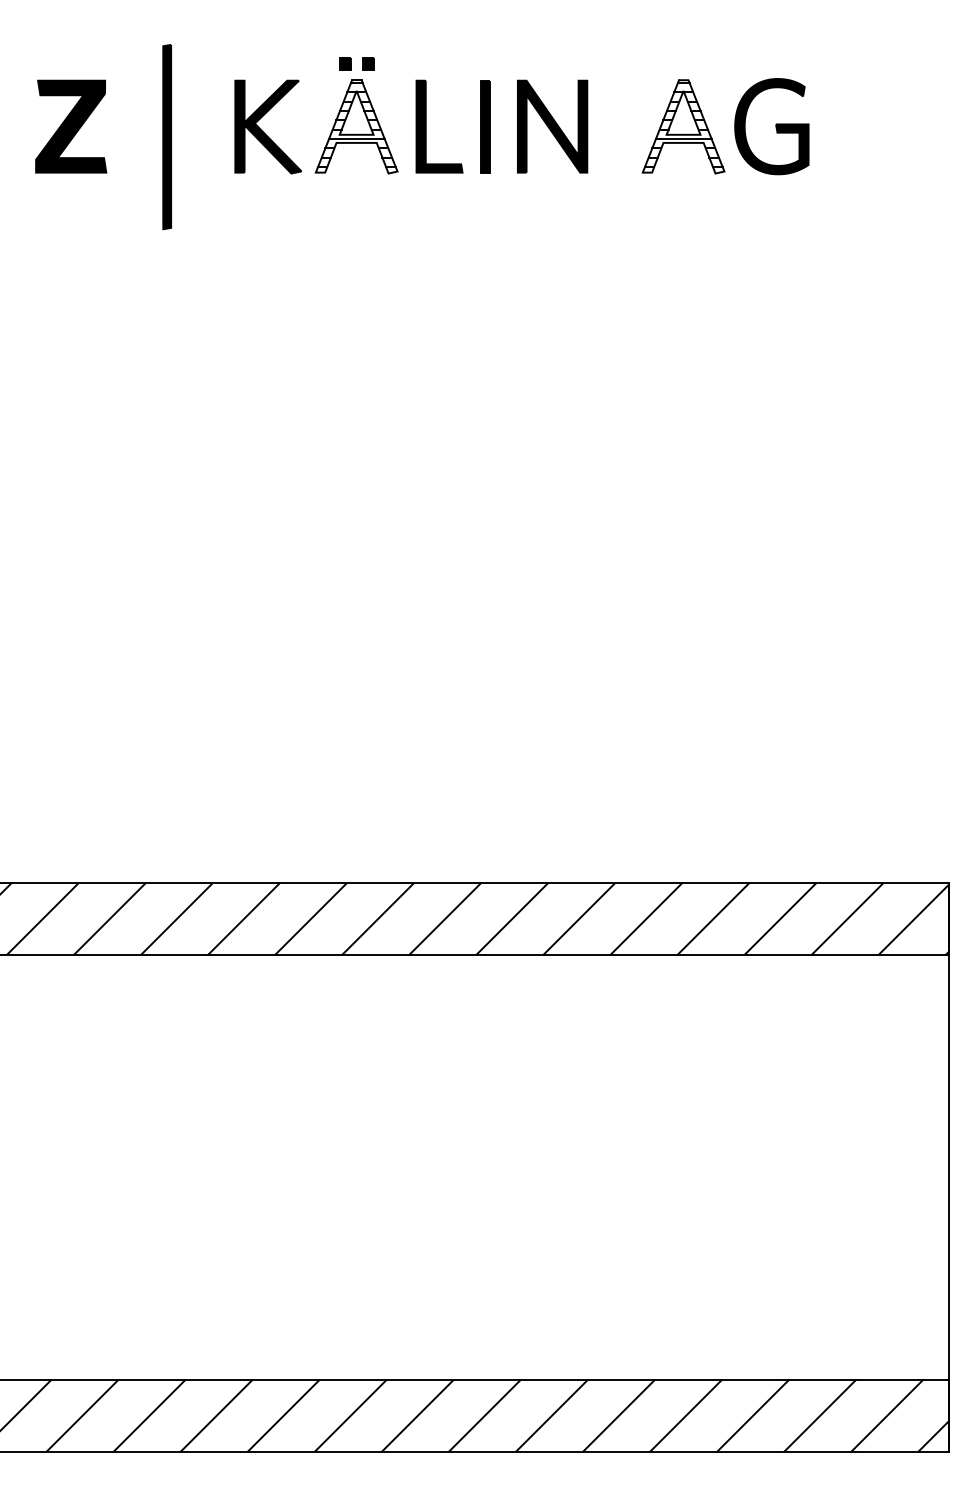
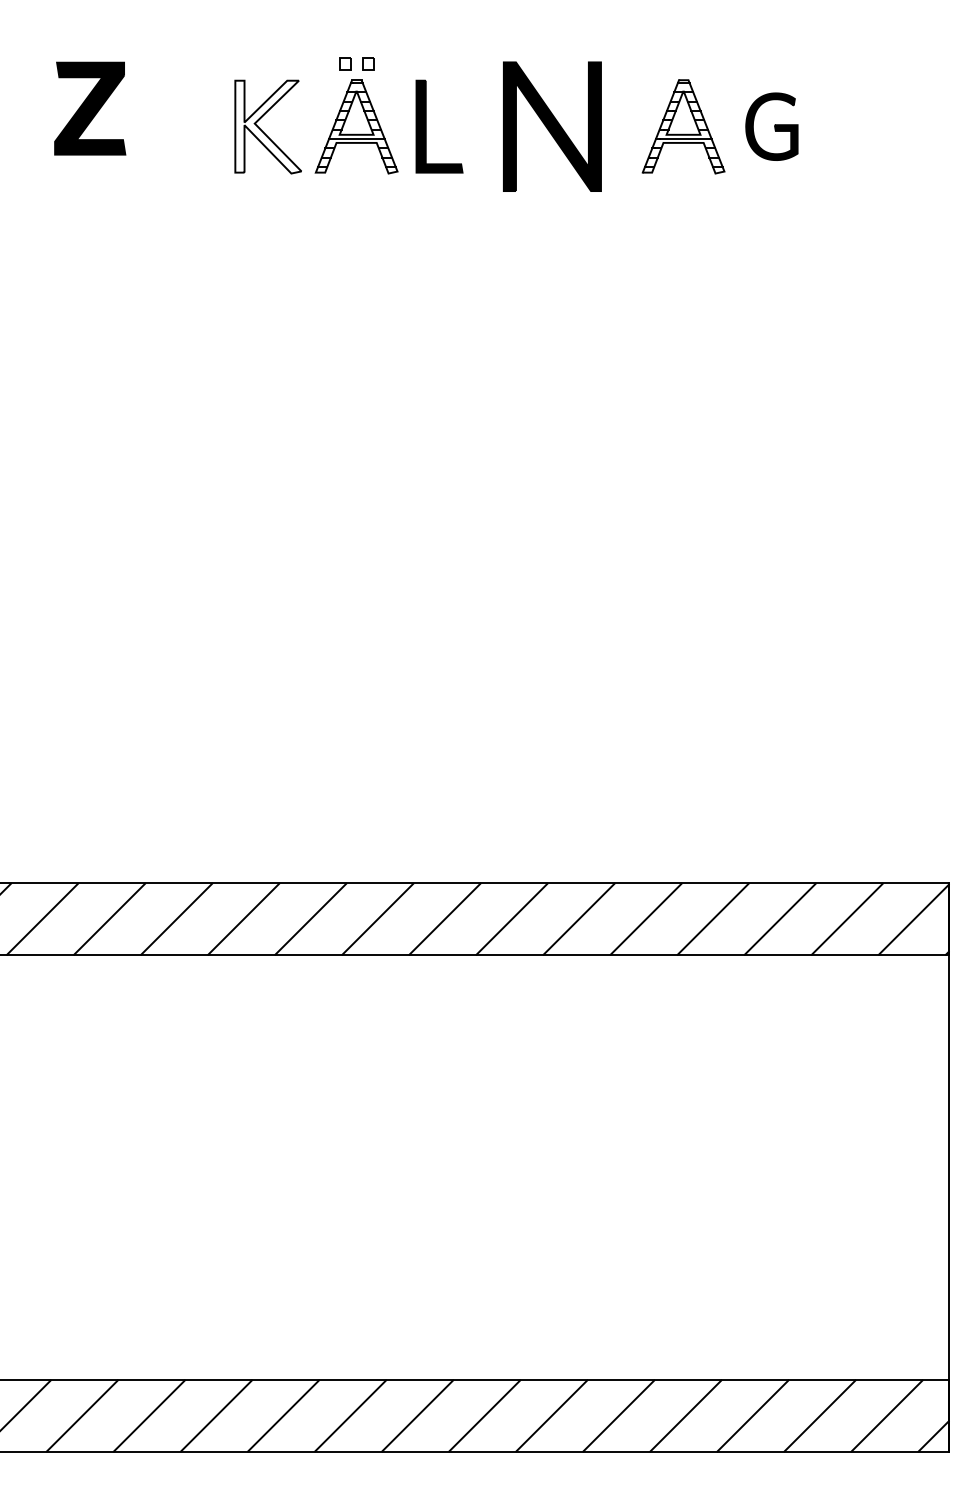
fill at (344, 63): present -> none
fill at (367, 63): present -> none
part at (71, 126) position: (71, 126) -> (90, 108)
fill at (268, 126): present -> none
part at (485, 126): present -> none
part at (552, 126) size: 72x95 px -> 99x131 px
part at (771, 126) size: 76x98 px -> 54x69 px
part at (166, 137): present -> none
